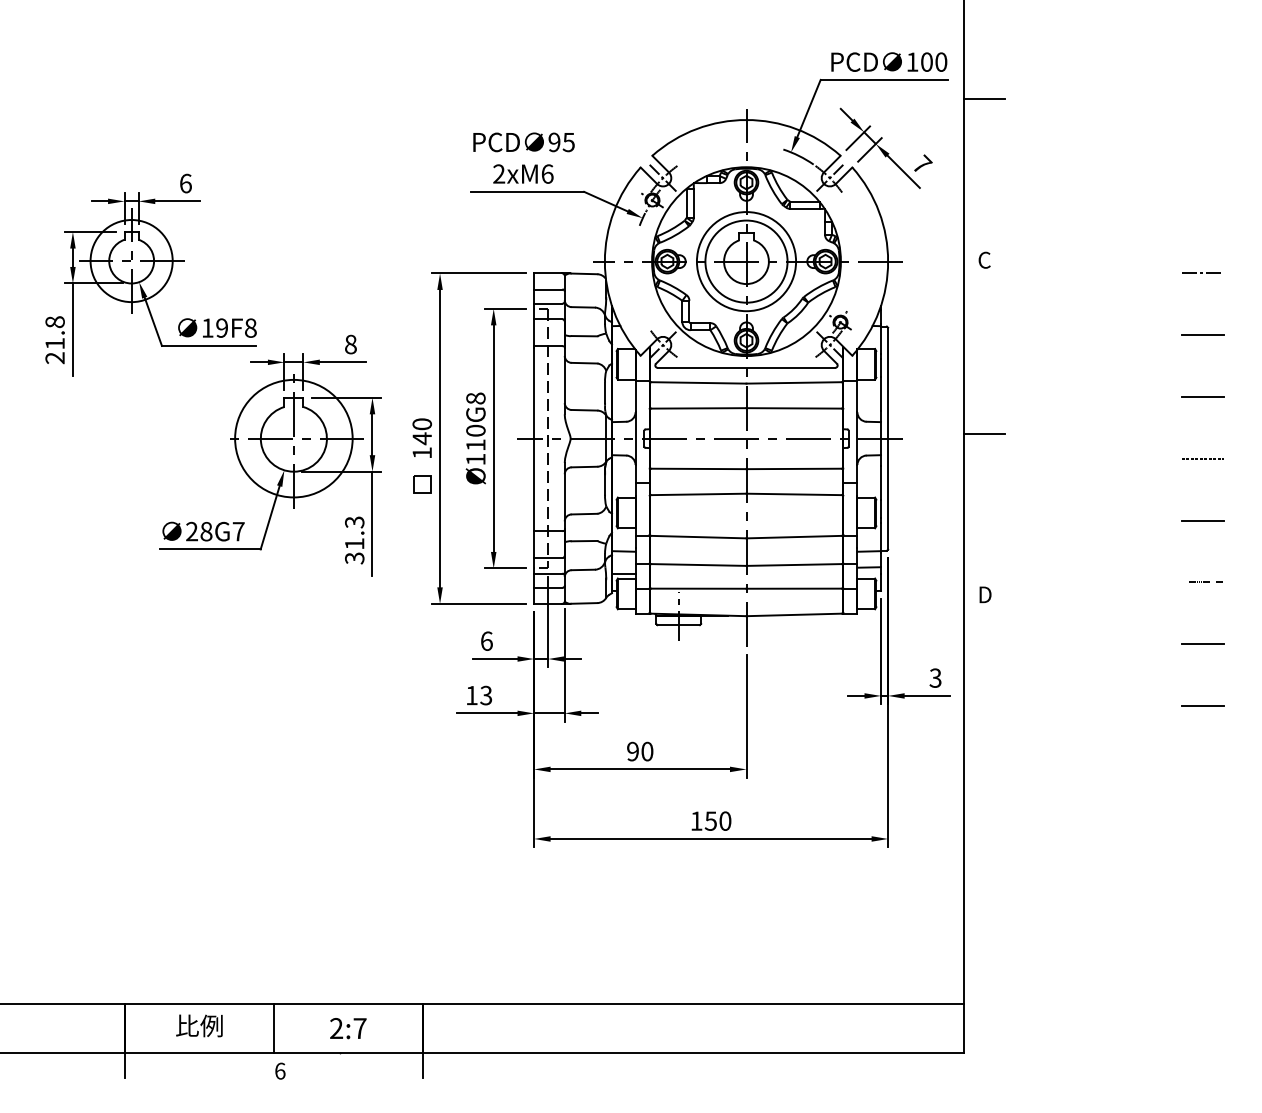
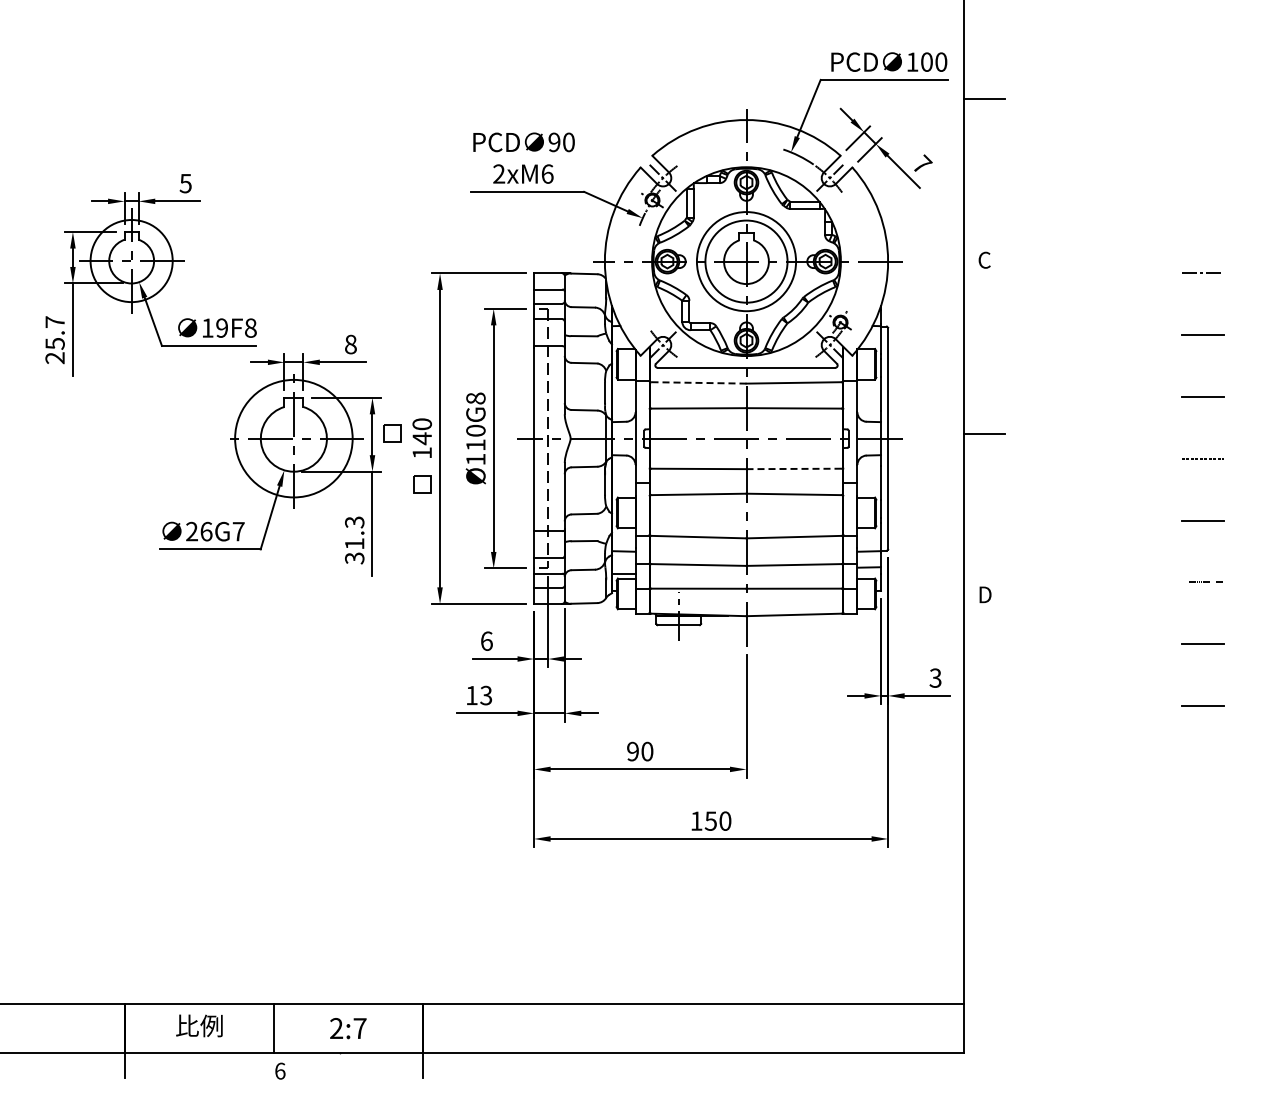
text at (568, 142): 95 -> 90
text at (185, 183): 6 -> 5
text at (54, 332): 21.8 -> 25.7
line at (698, 382): solid -> dashed
part at (392, 433): none -> present
line at (794, 468): solid -> dashed
text at (206, 531): 28G7 -> 26G7
